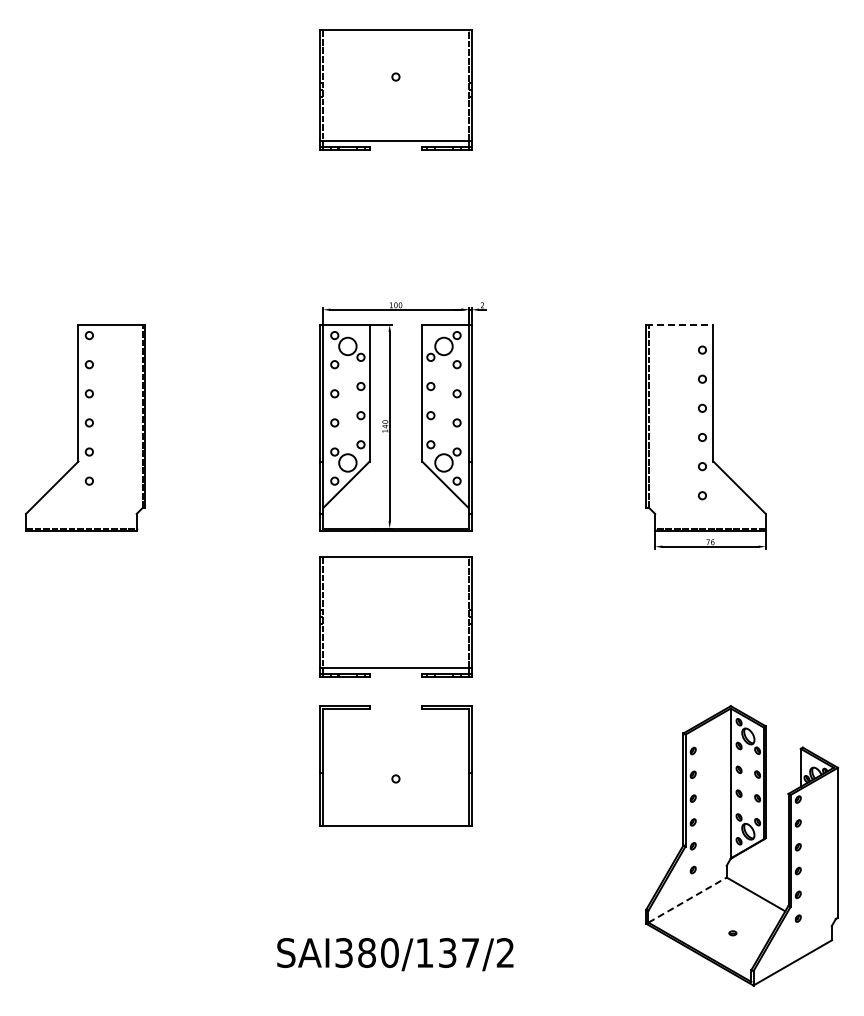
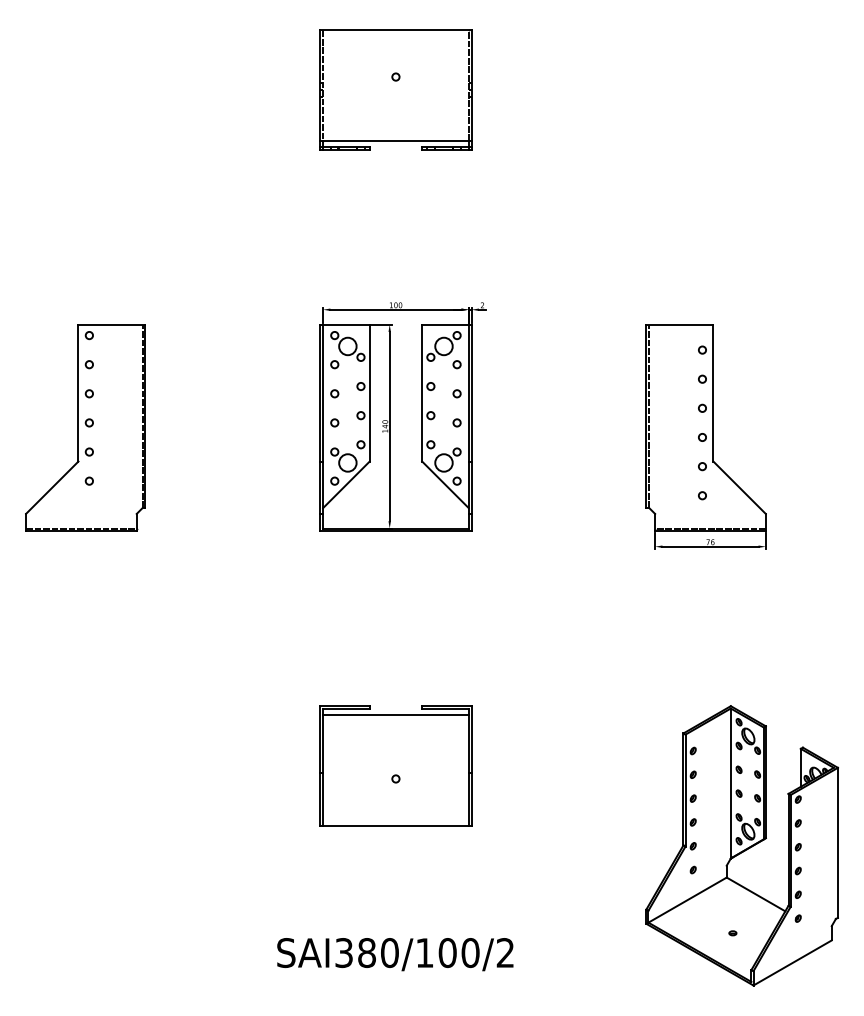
line at (680, 324): dashed -> solid
part at (395, 616): present -> none
line at (395, 714): none -> present
line at (688, 899): dashed -> solid
text at (458, 953): SAI380/137/2 -> SAI380/100/2
